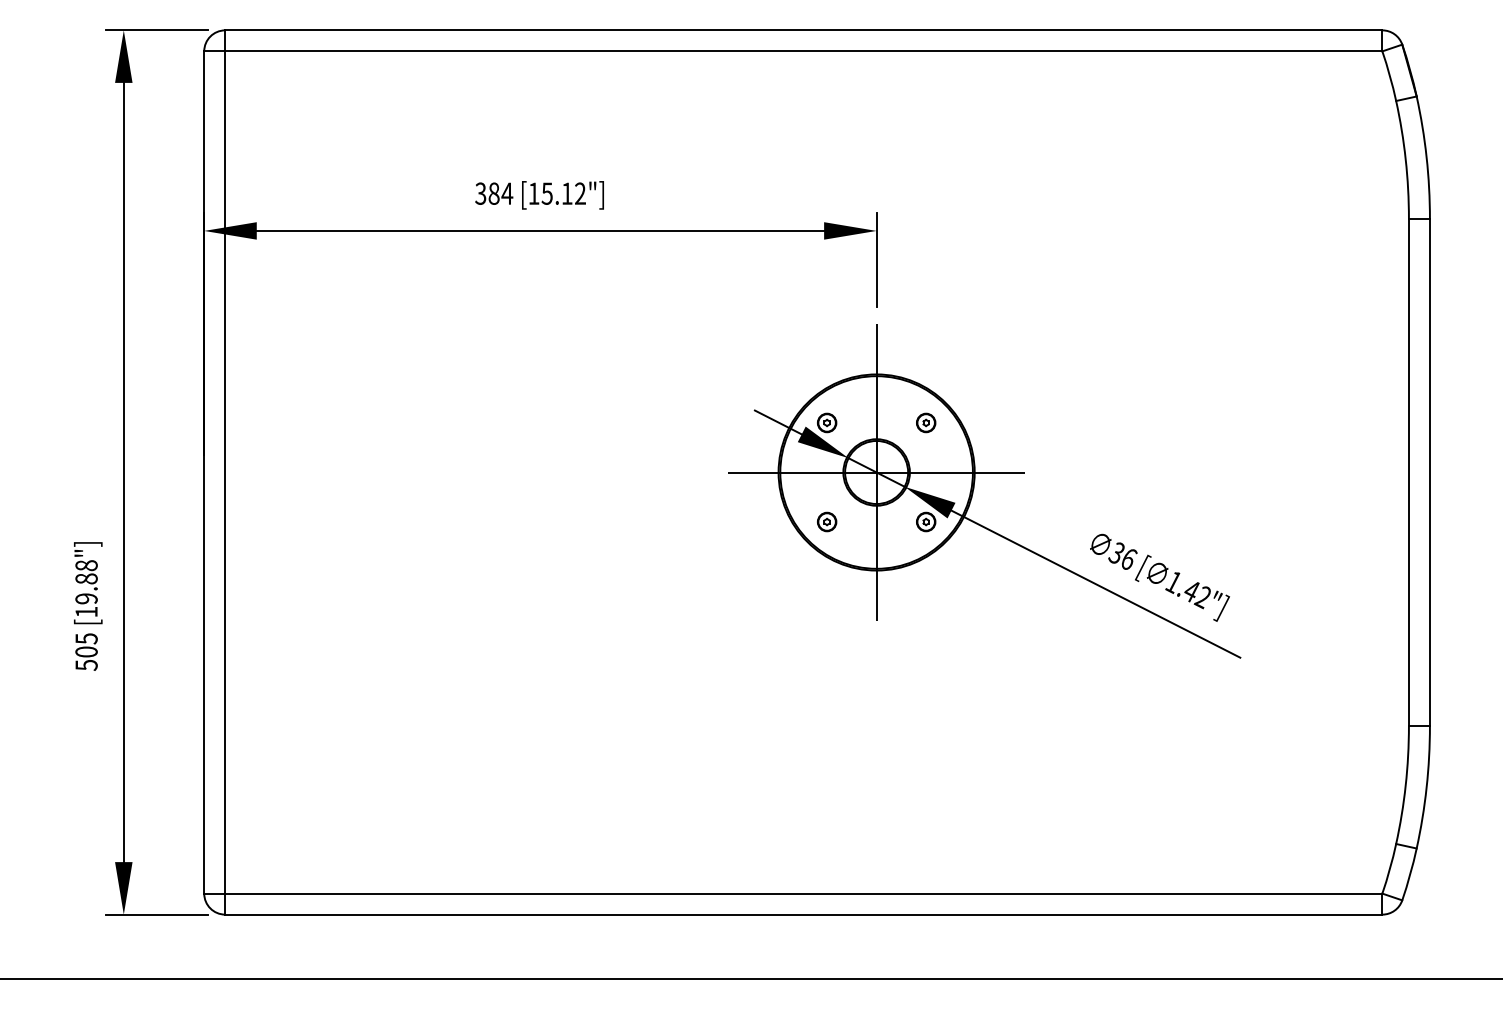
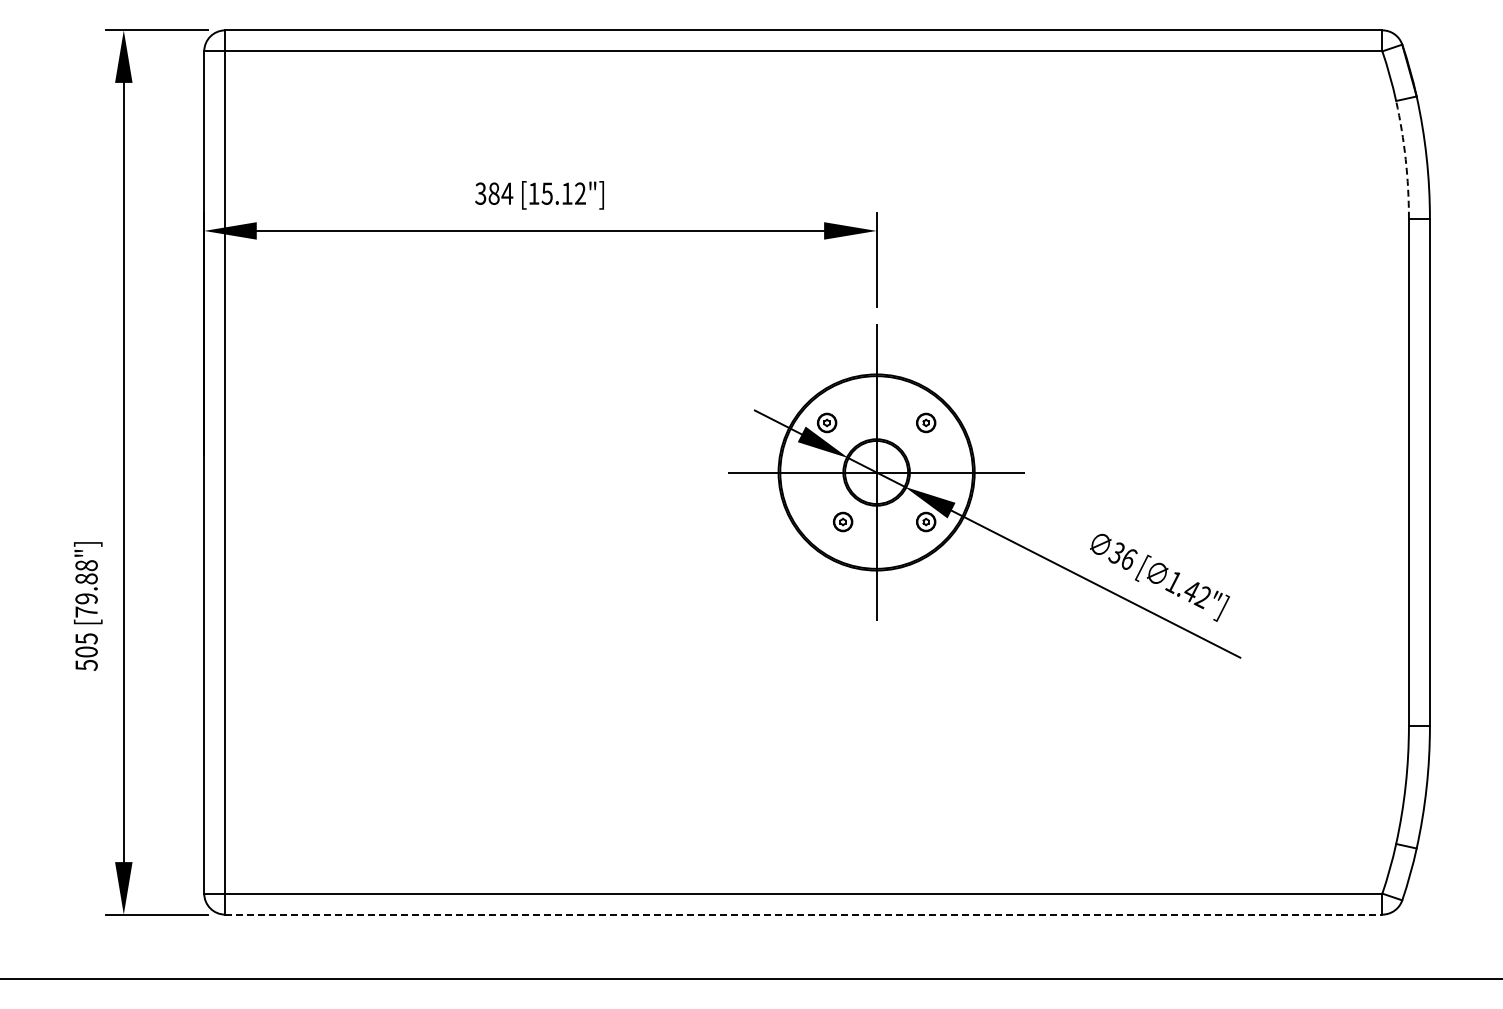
arc at (1405, 159): solid -> dashed
part at (827, 521) position: (827, 521) -> (843, 521)
text at (86, 611): [19.88"] -> [79.88"]
line at (803, 914): solid -> dashed
